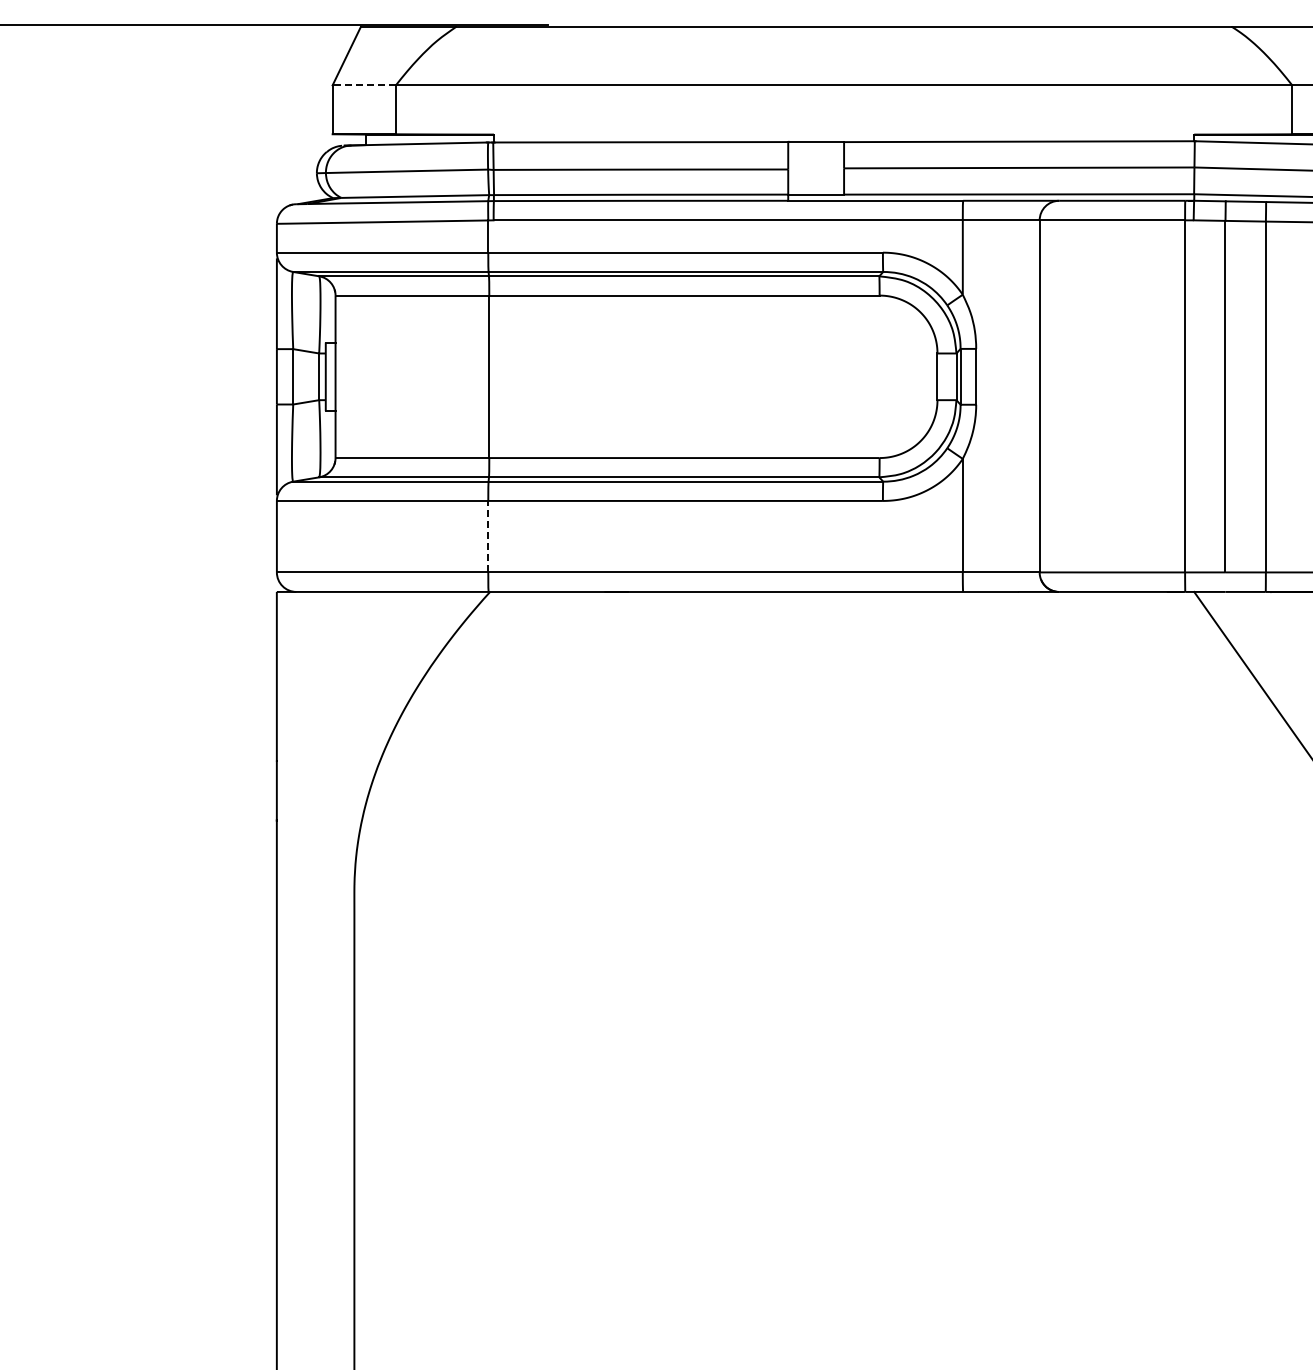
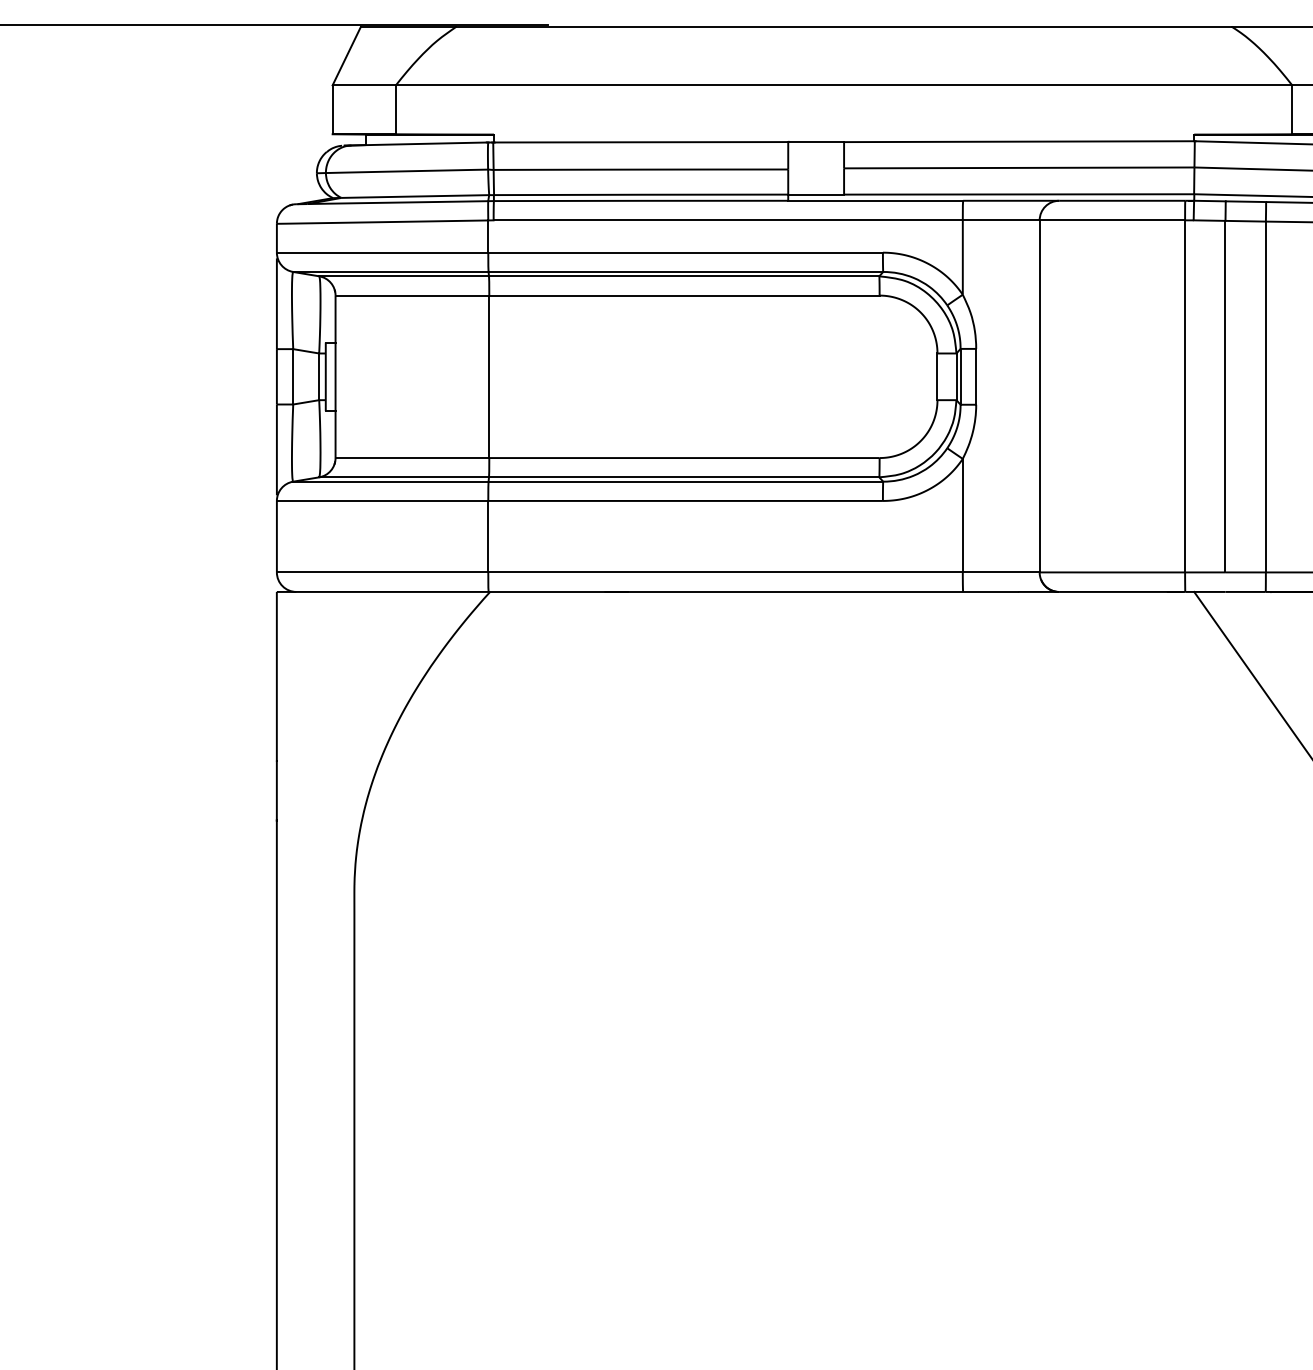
line at (364, 85): dashed -> solid
line at (488, 536): dashed -> solid
